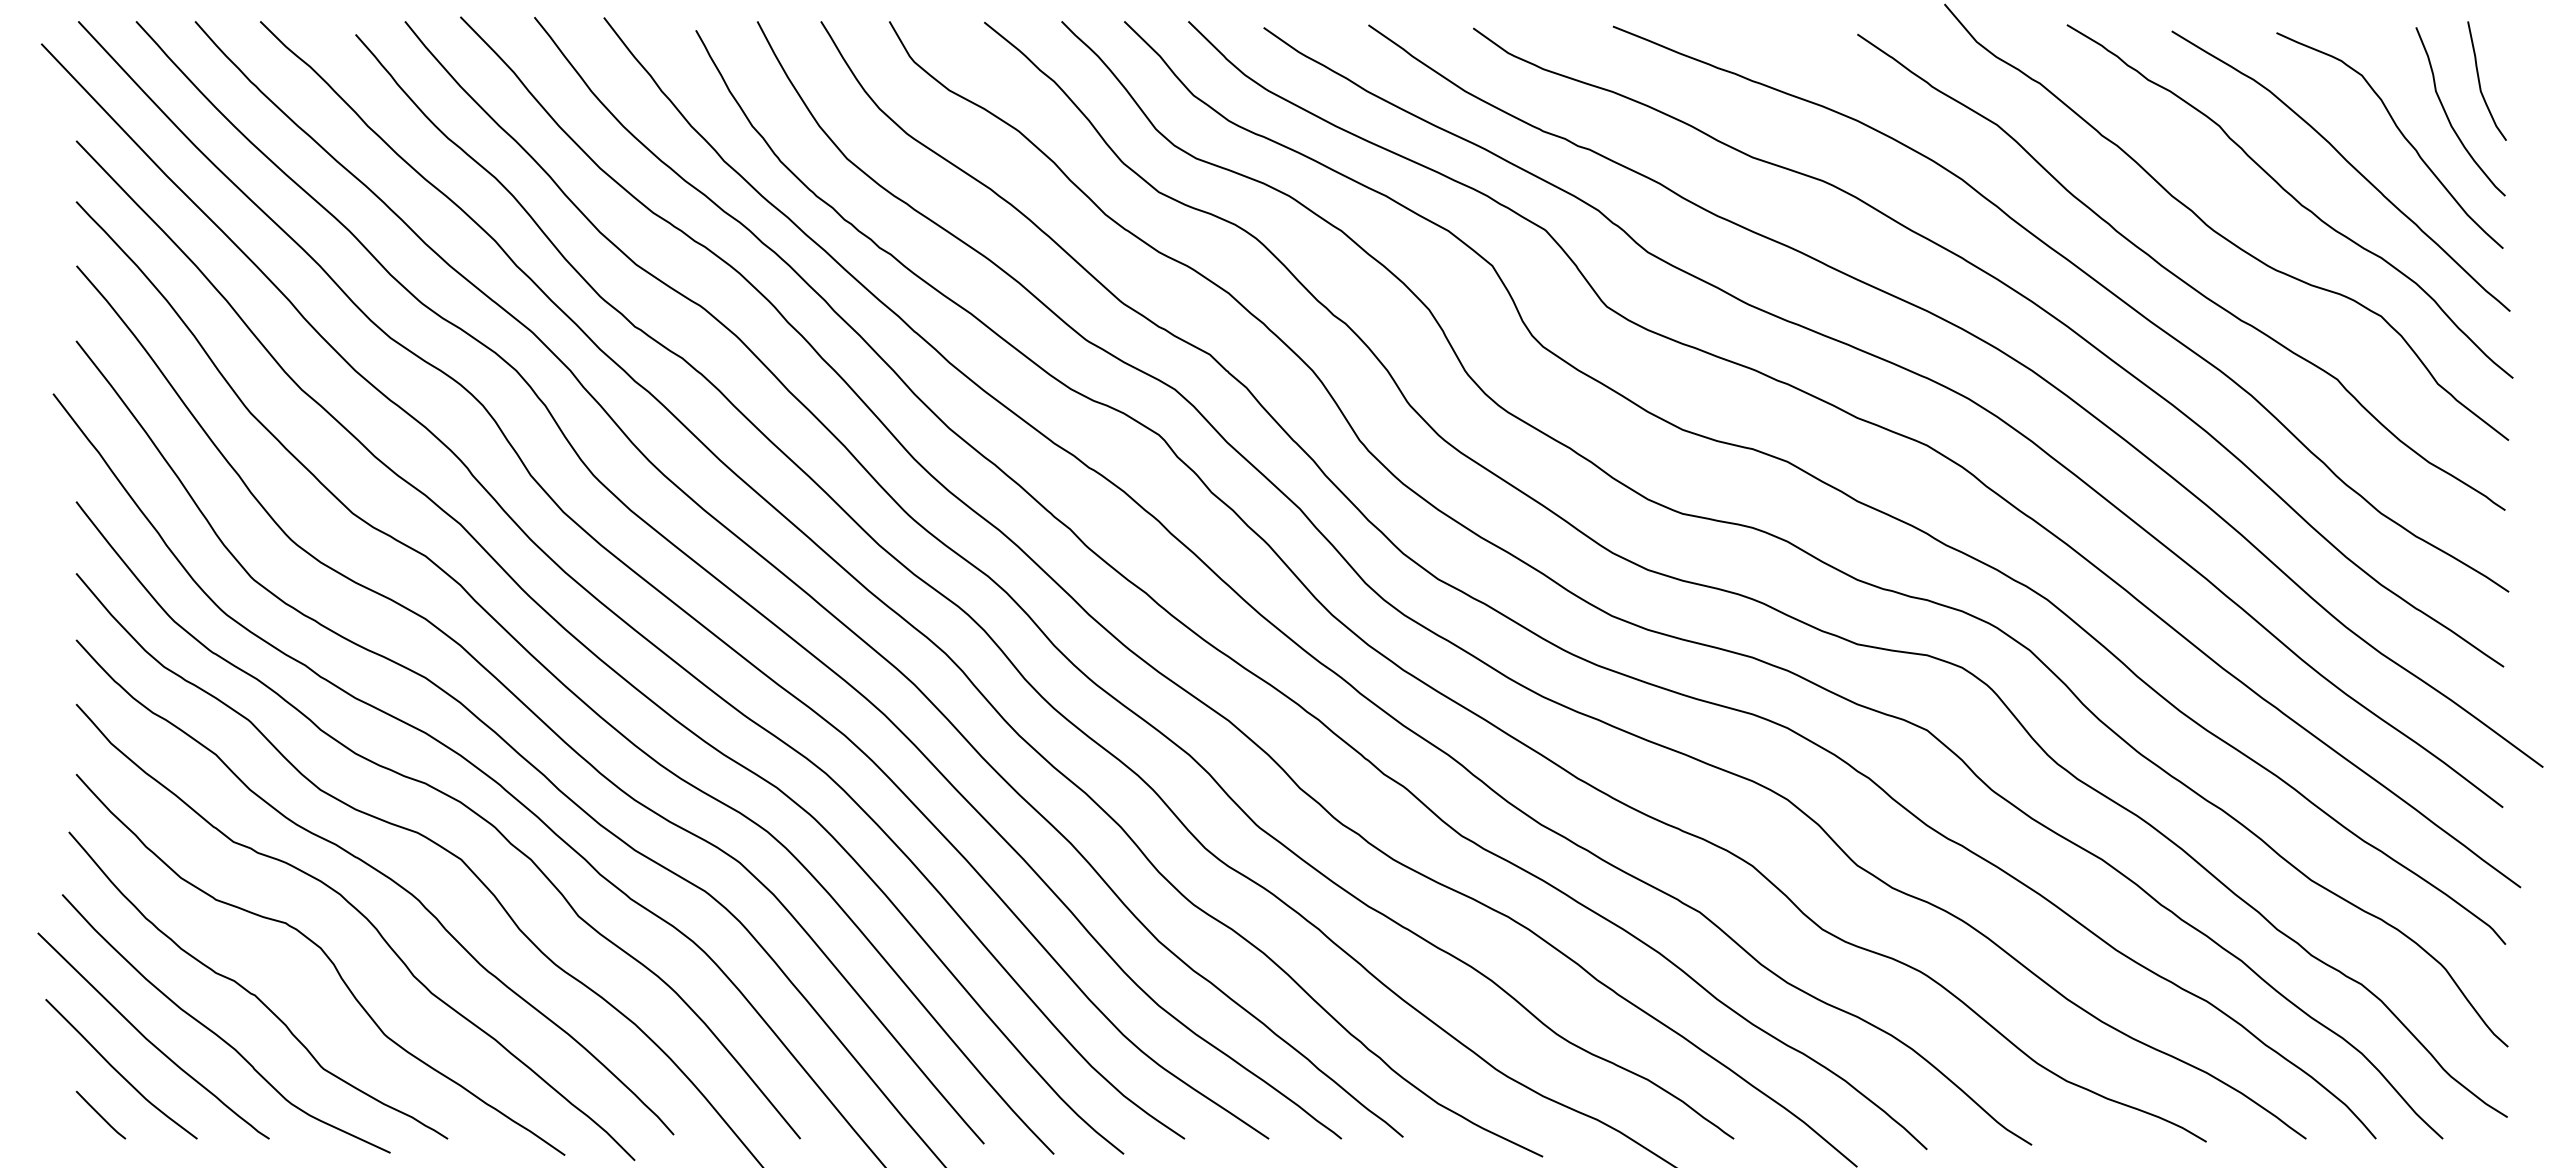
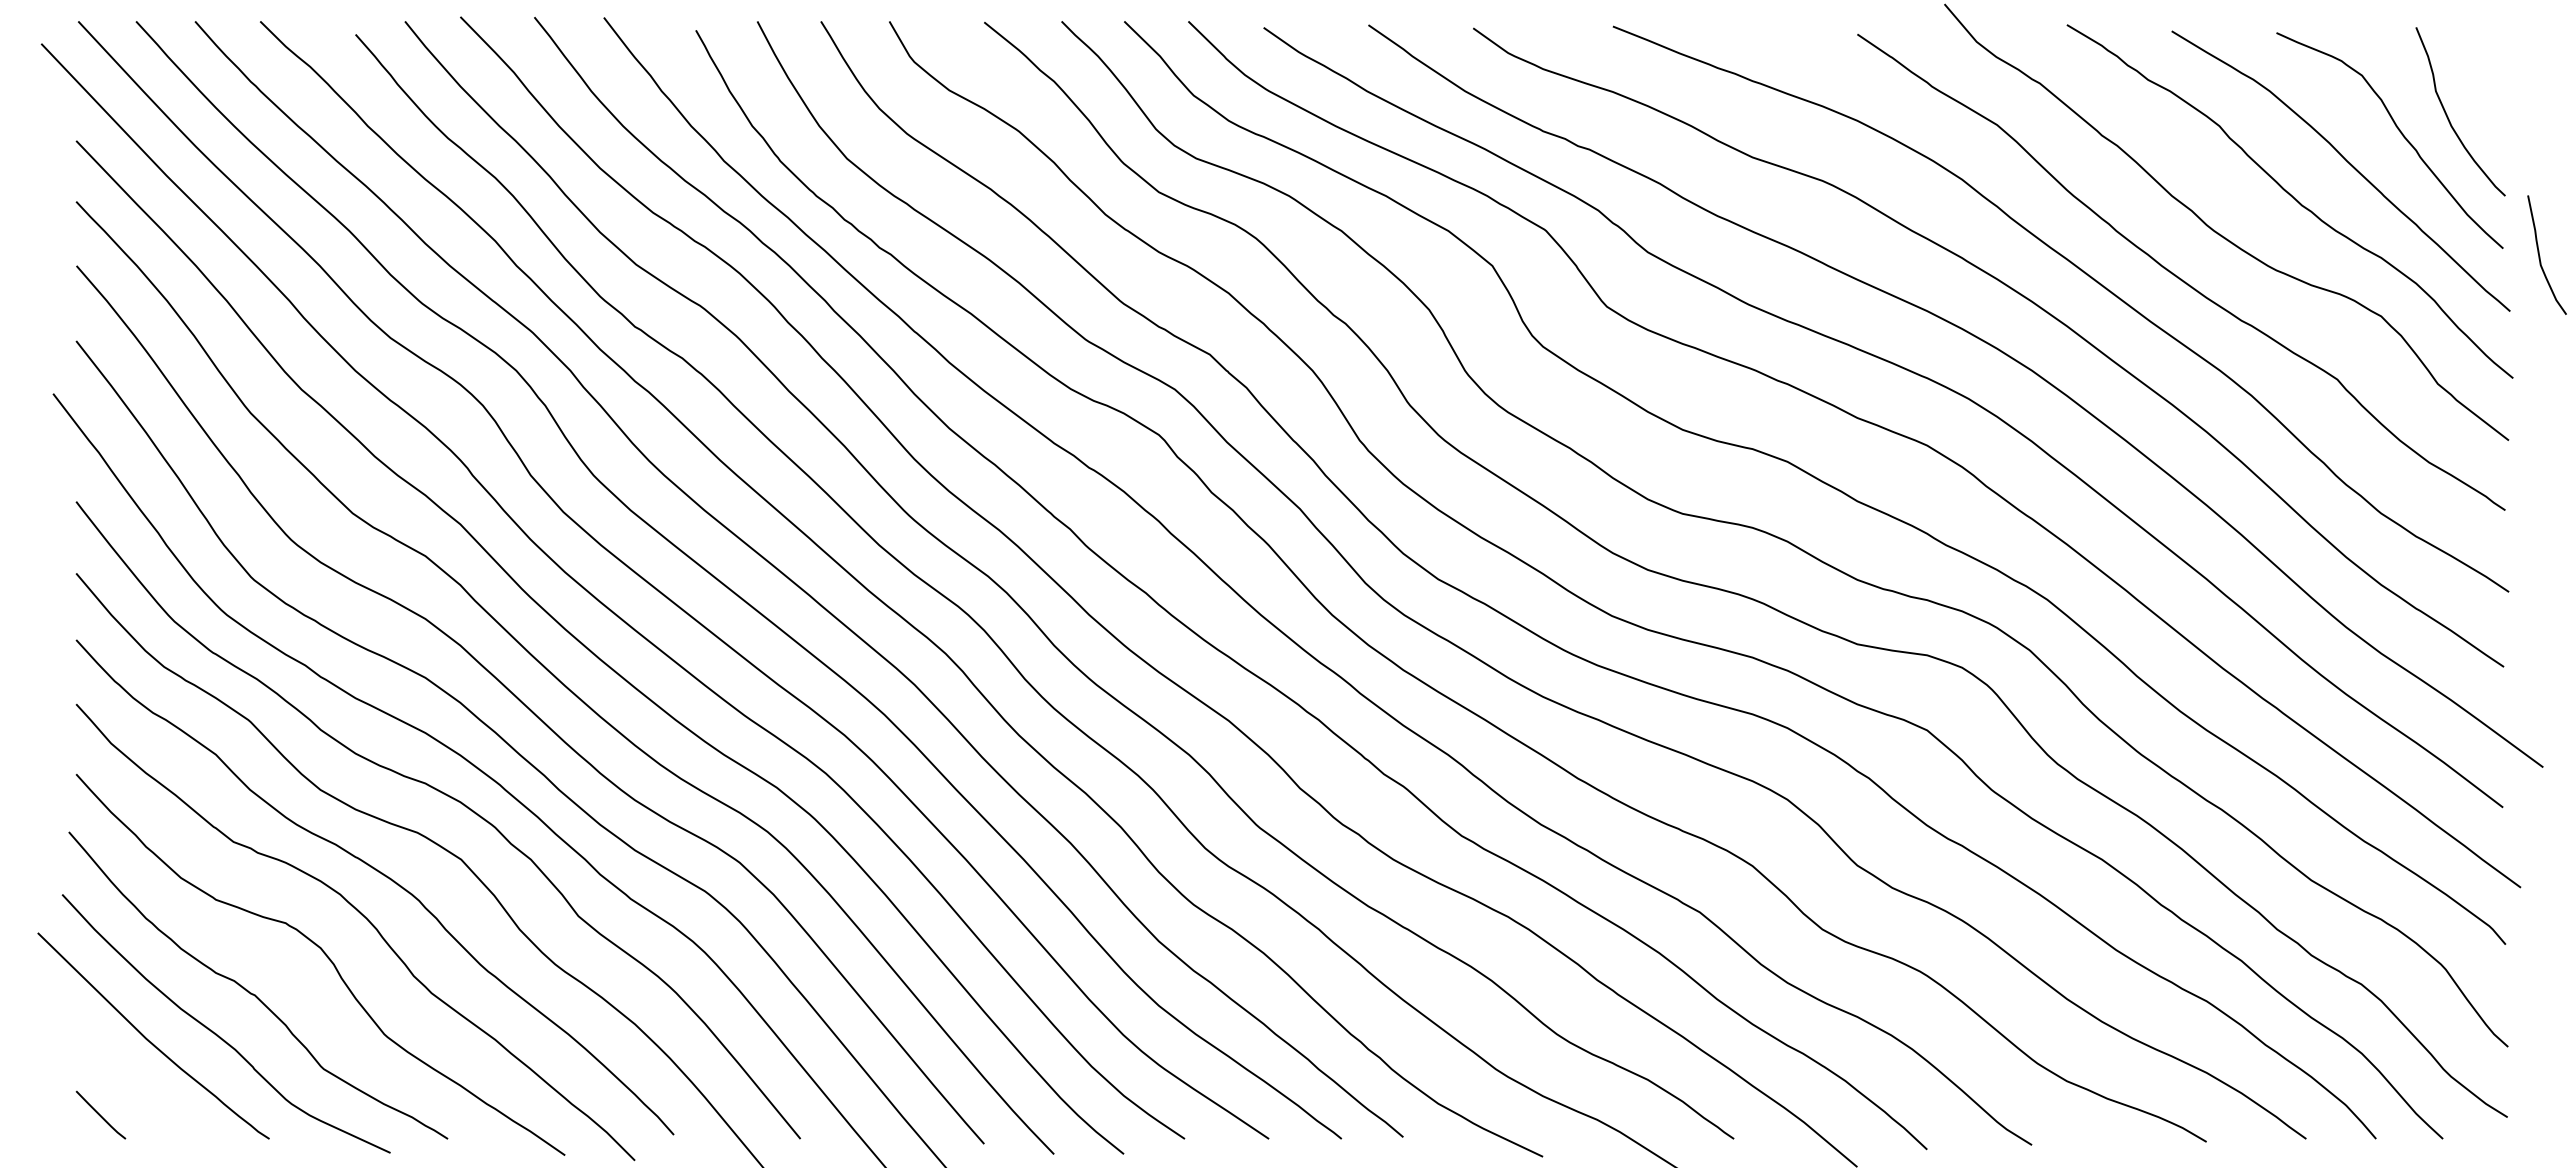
curve at (2480, 82) position: (2480, 82) -> (2540, 256)
curve at (118, 1071): present -> none
